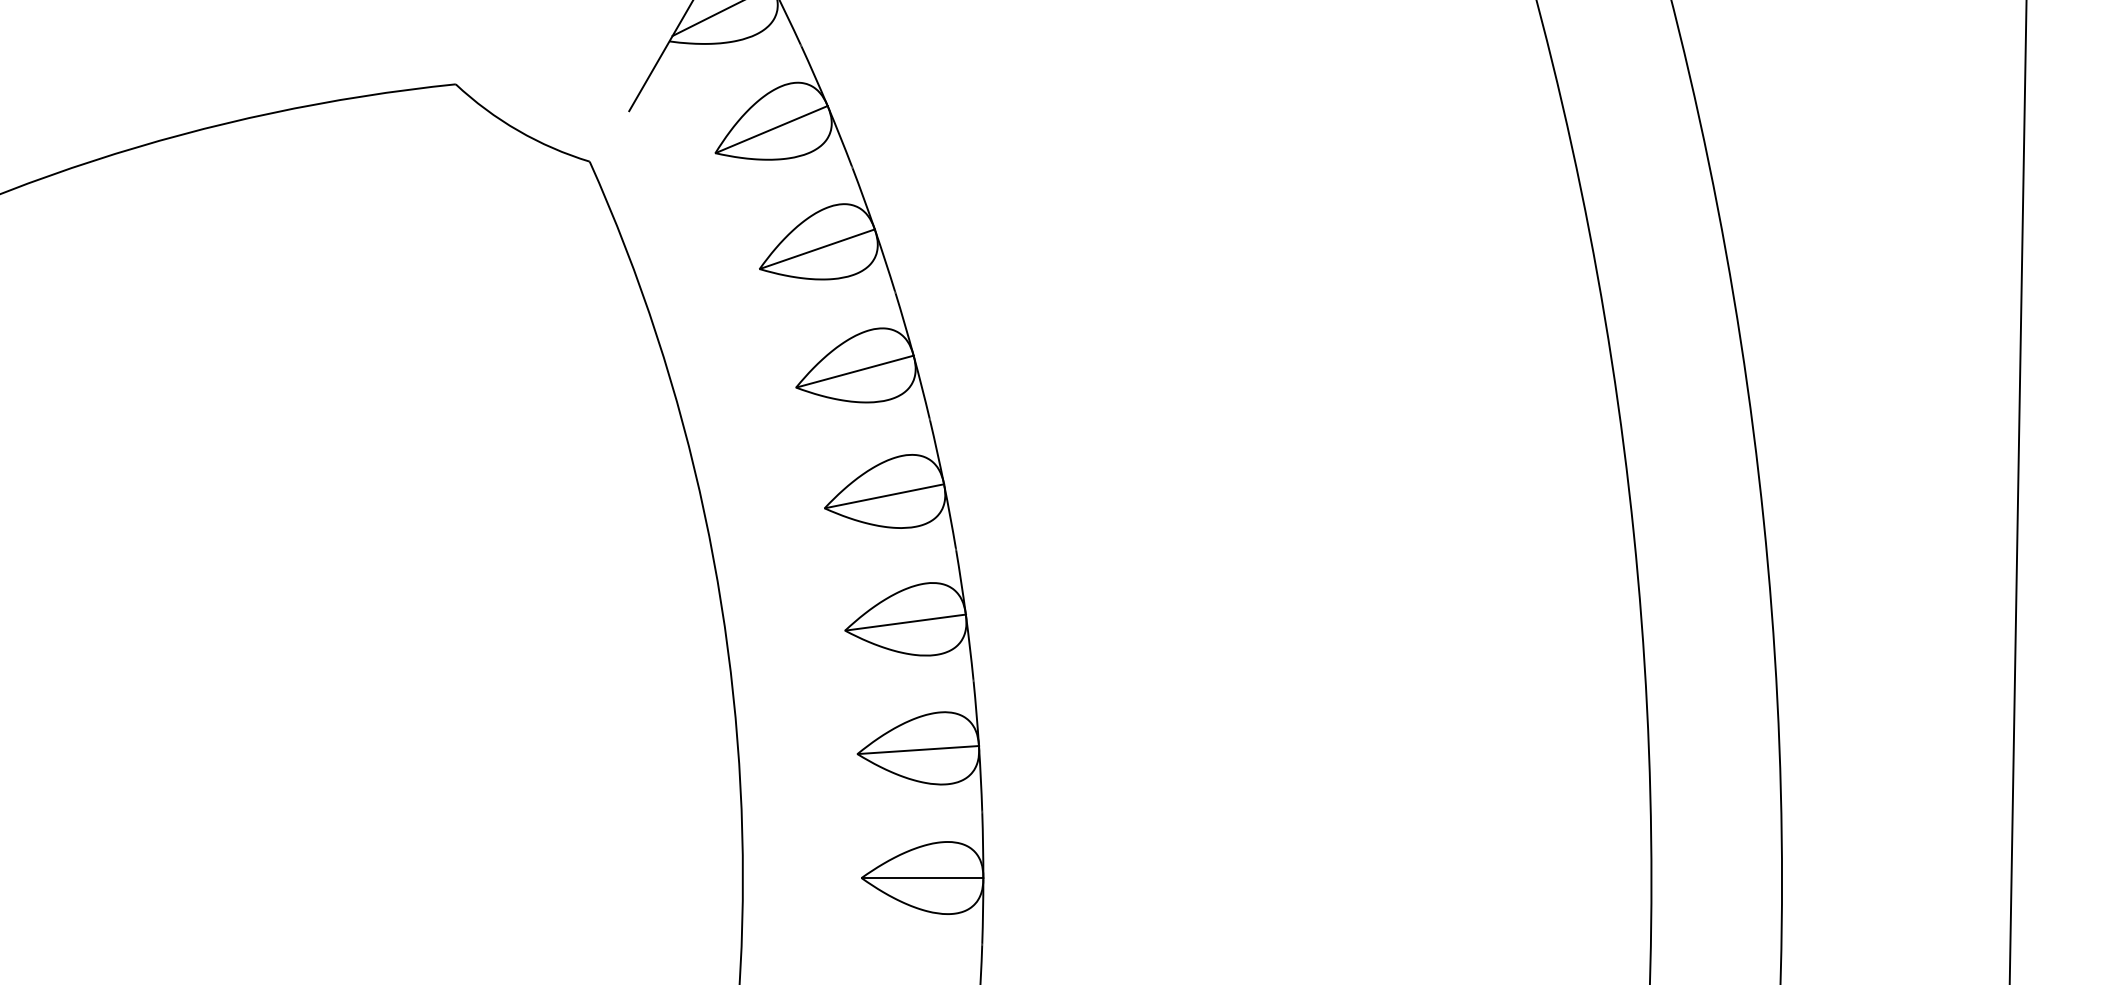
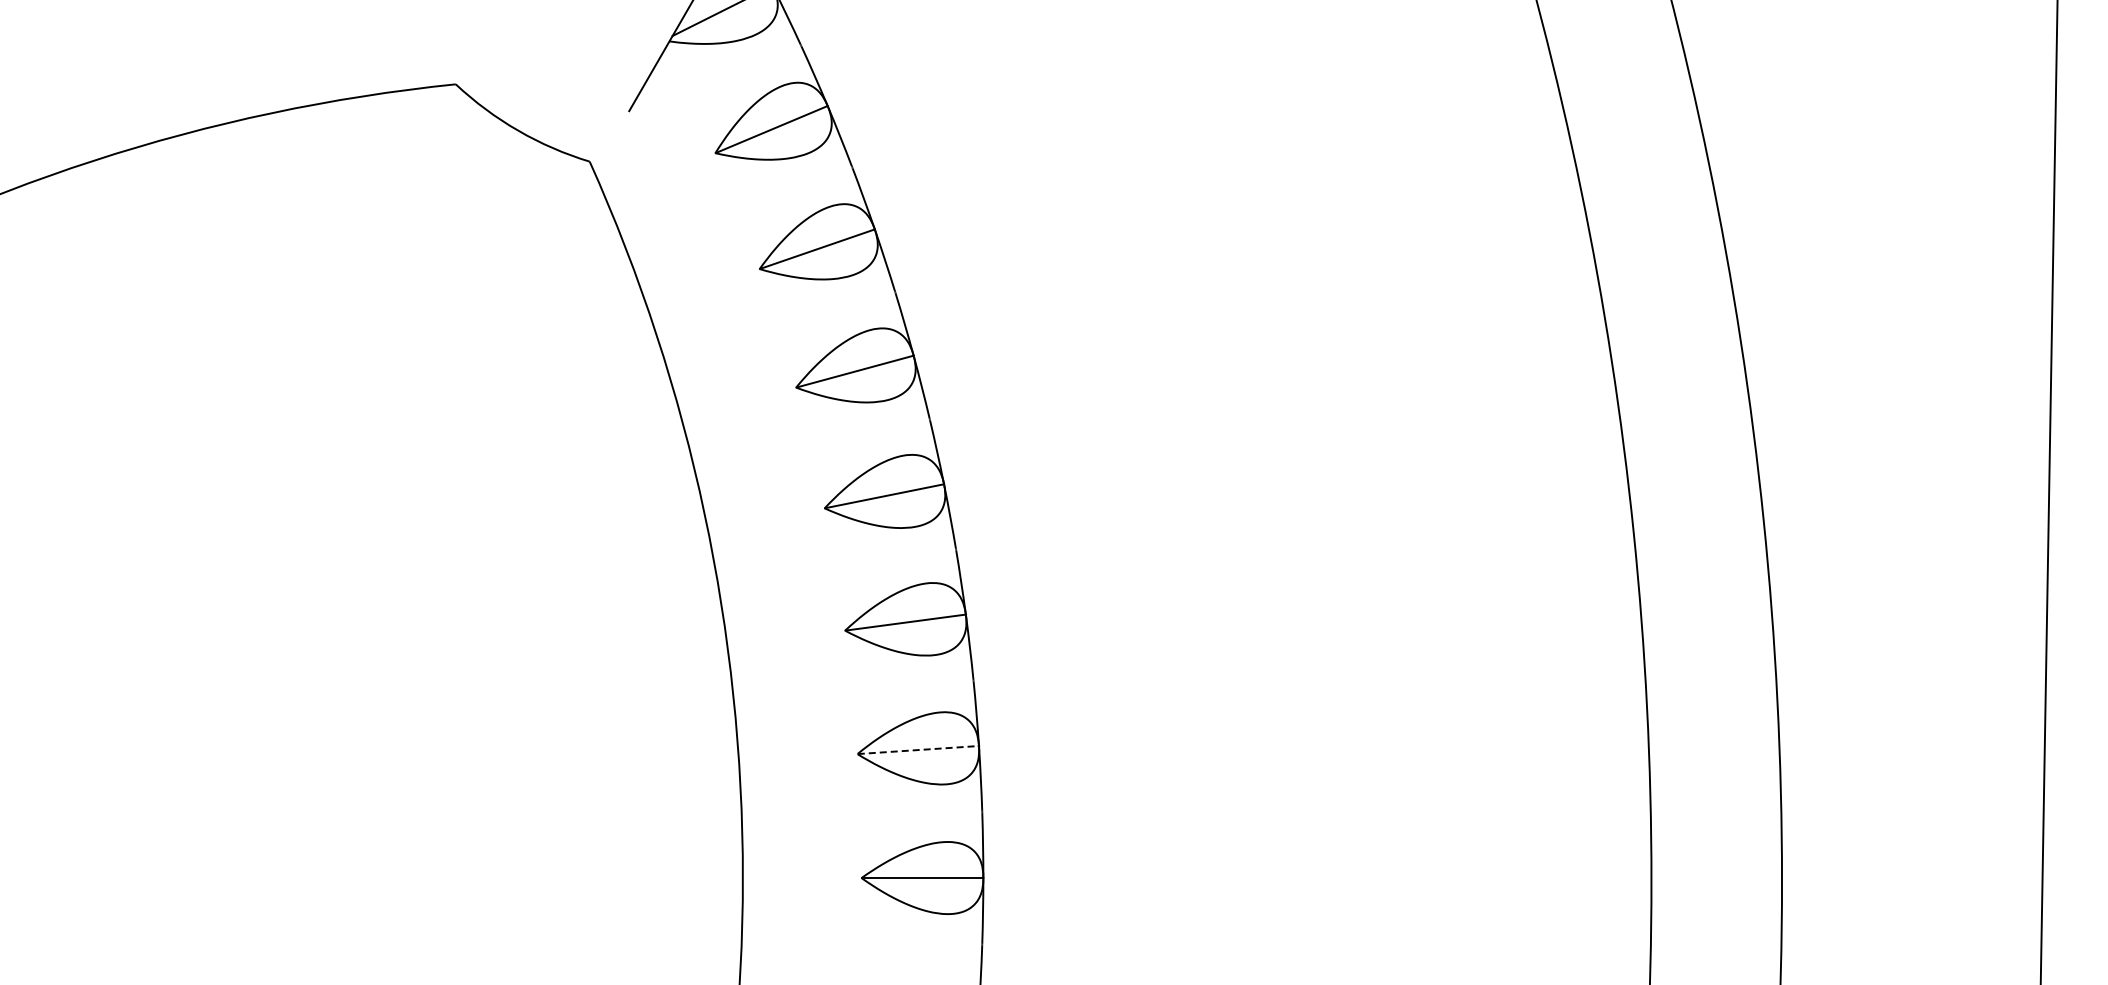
line at (2017, 491) position: (2017, 491) -> (2048, 491)
line at (918, 750): solid -> dashed
